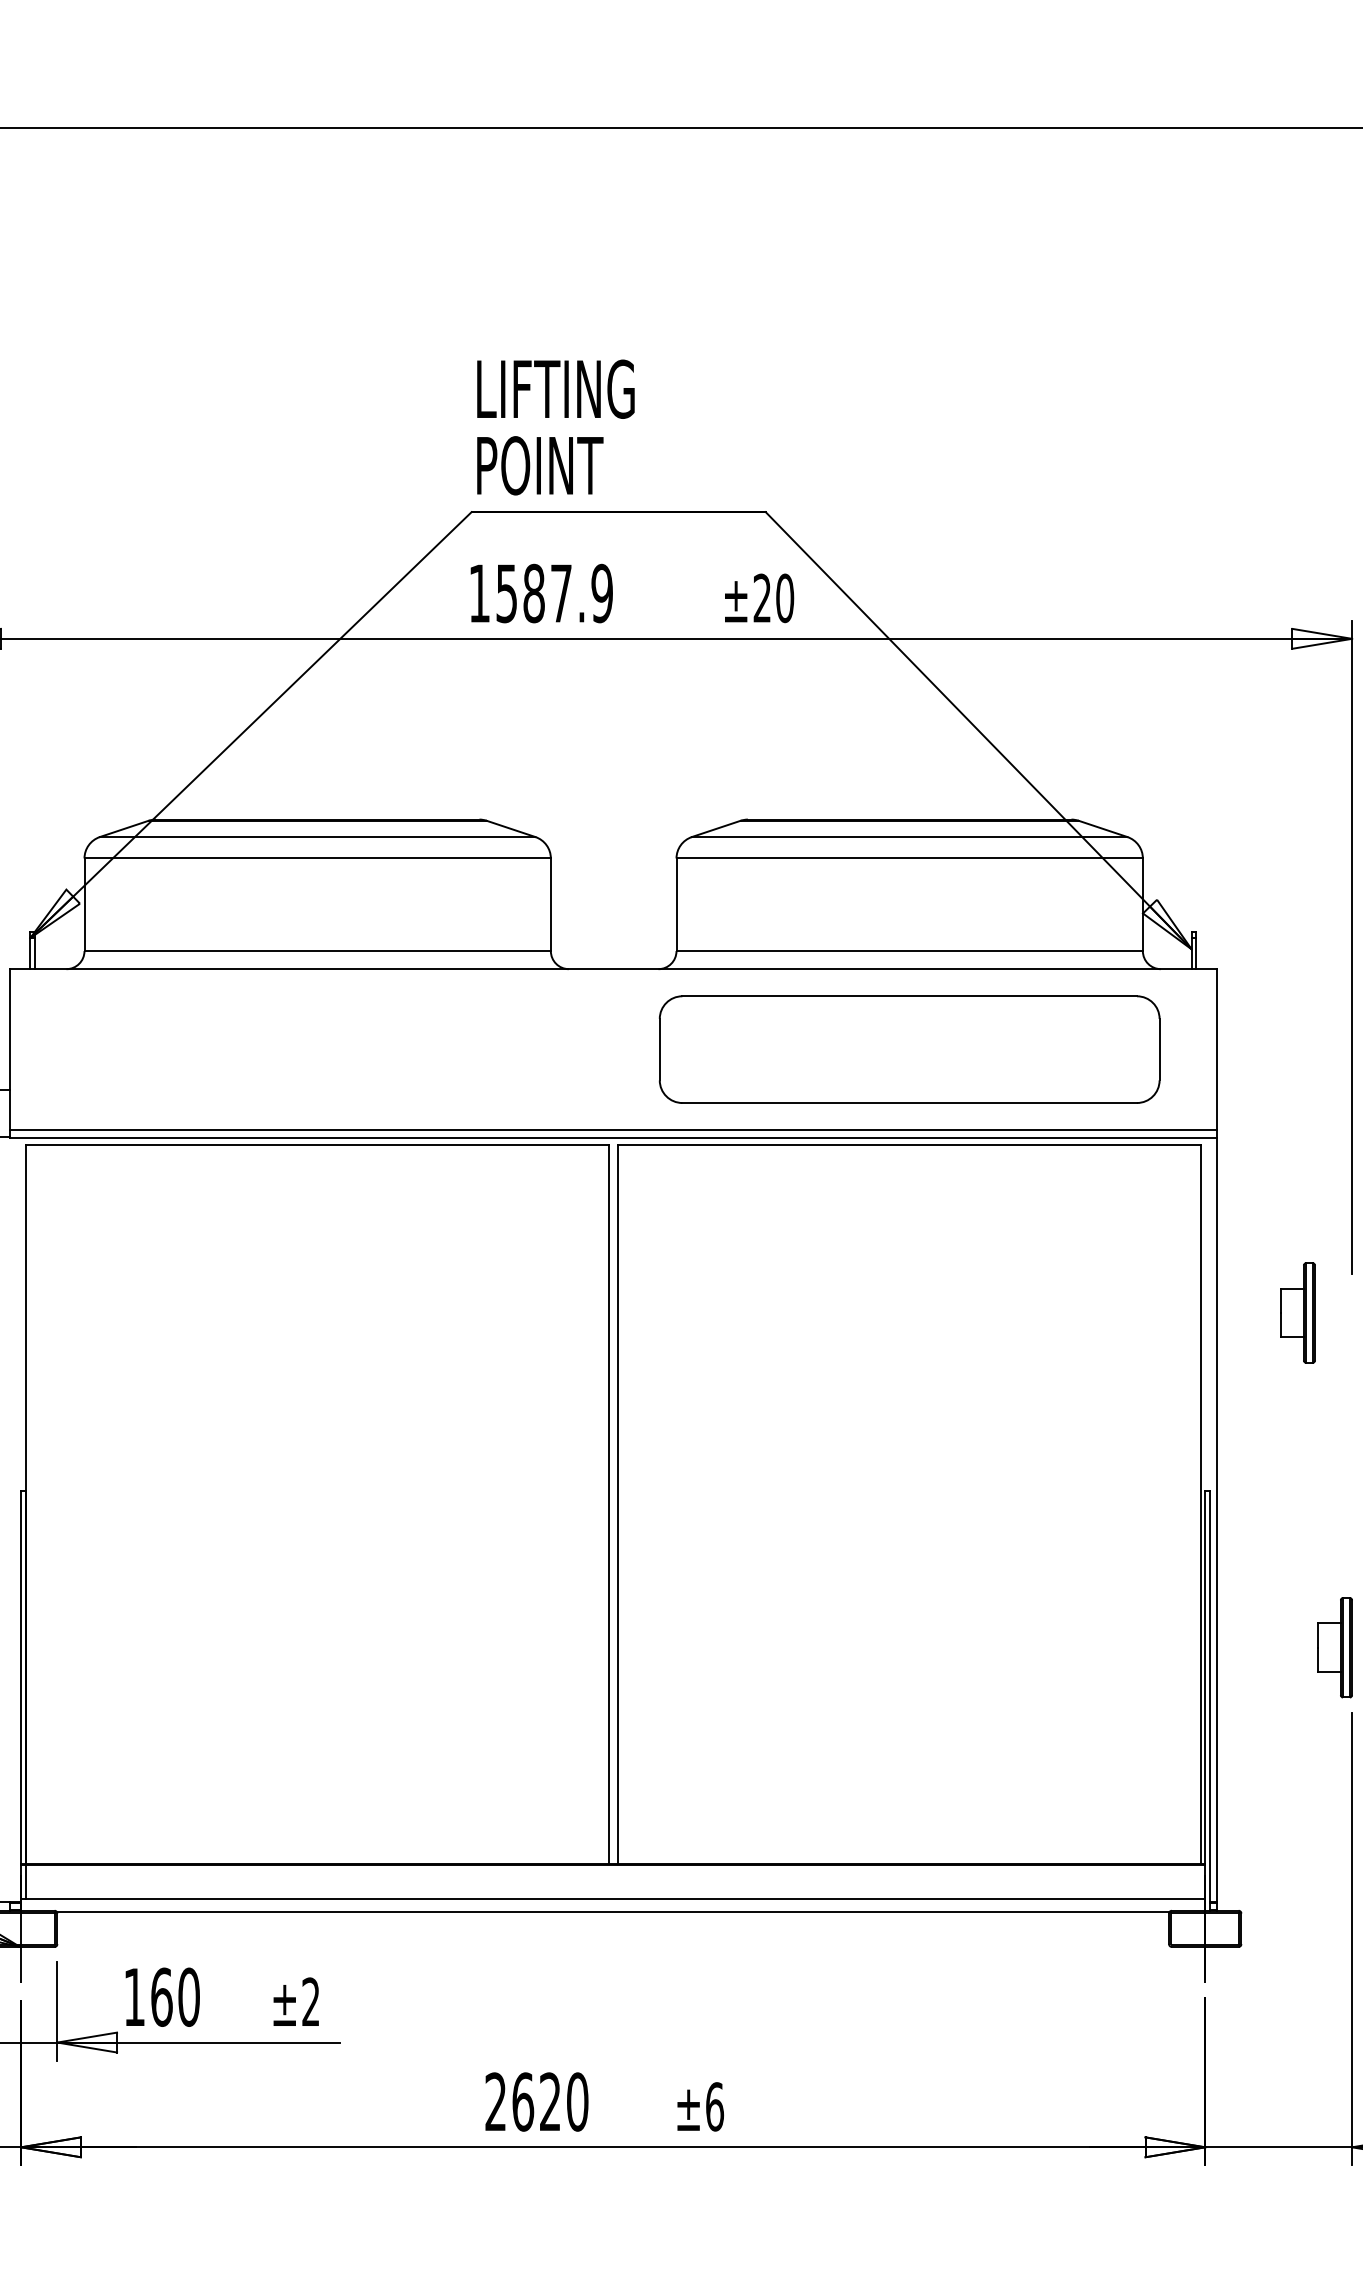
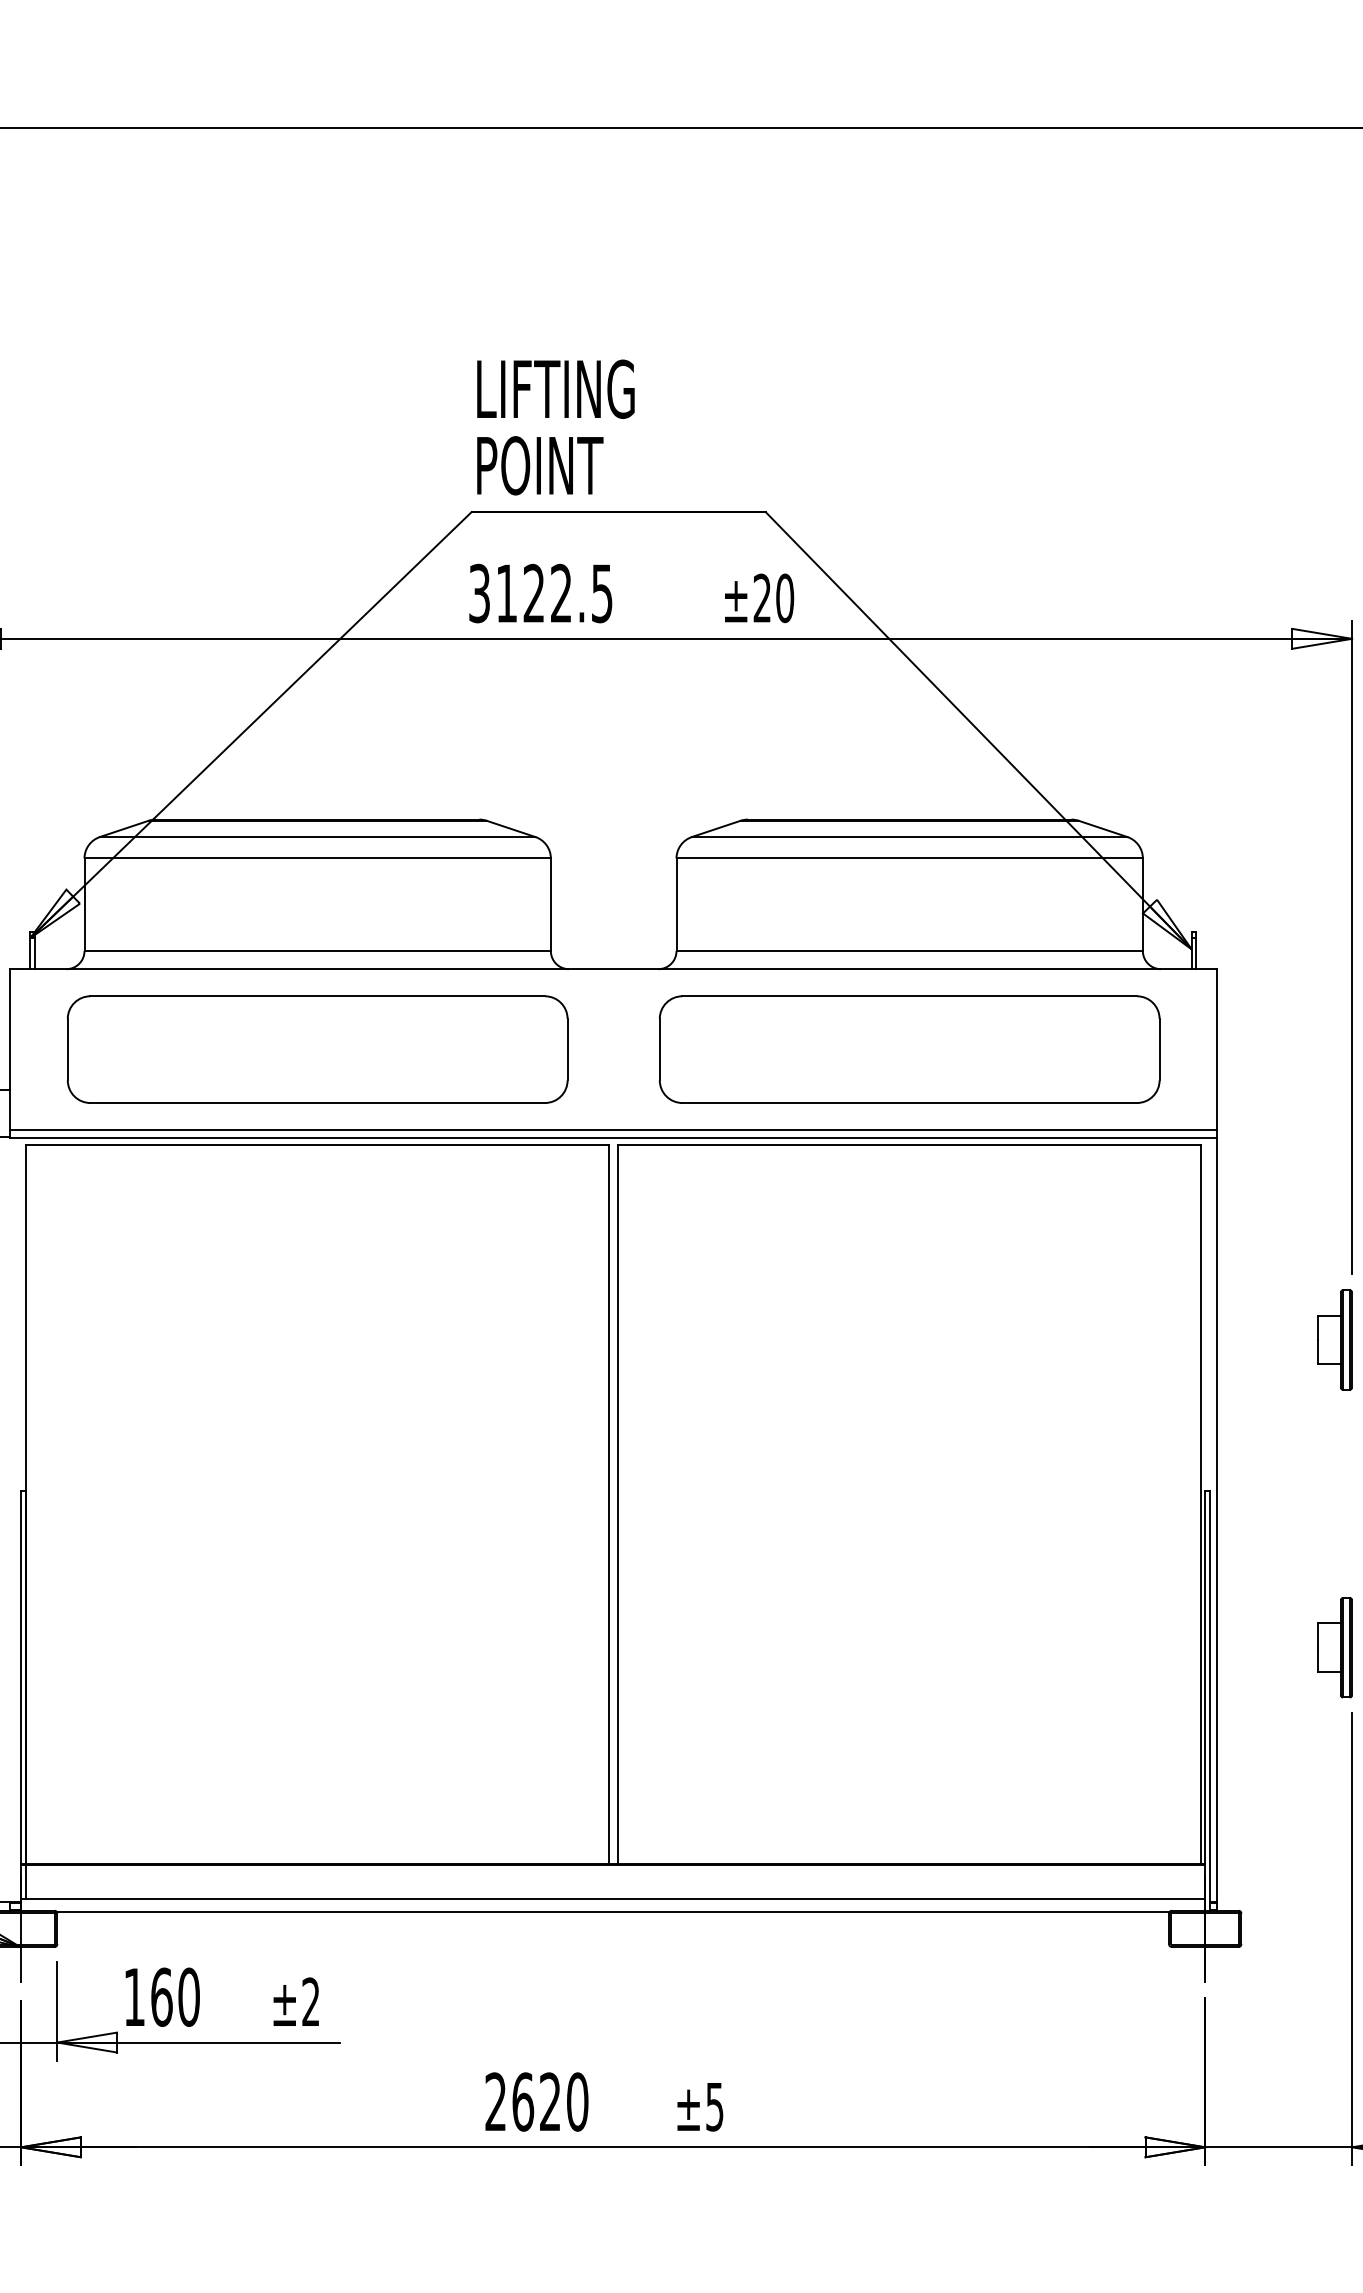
text at (540, 593): 1587.9 -> 3122.5
part at (317, 1049): none -> present
part at (1297, 1312) position: (1297, 1312) -> (1334, 1339)
text at (715, 2106): ±6 -> ±5
